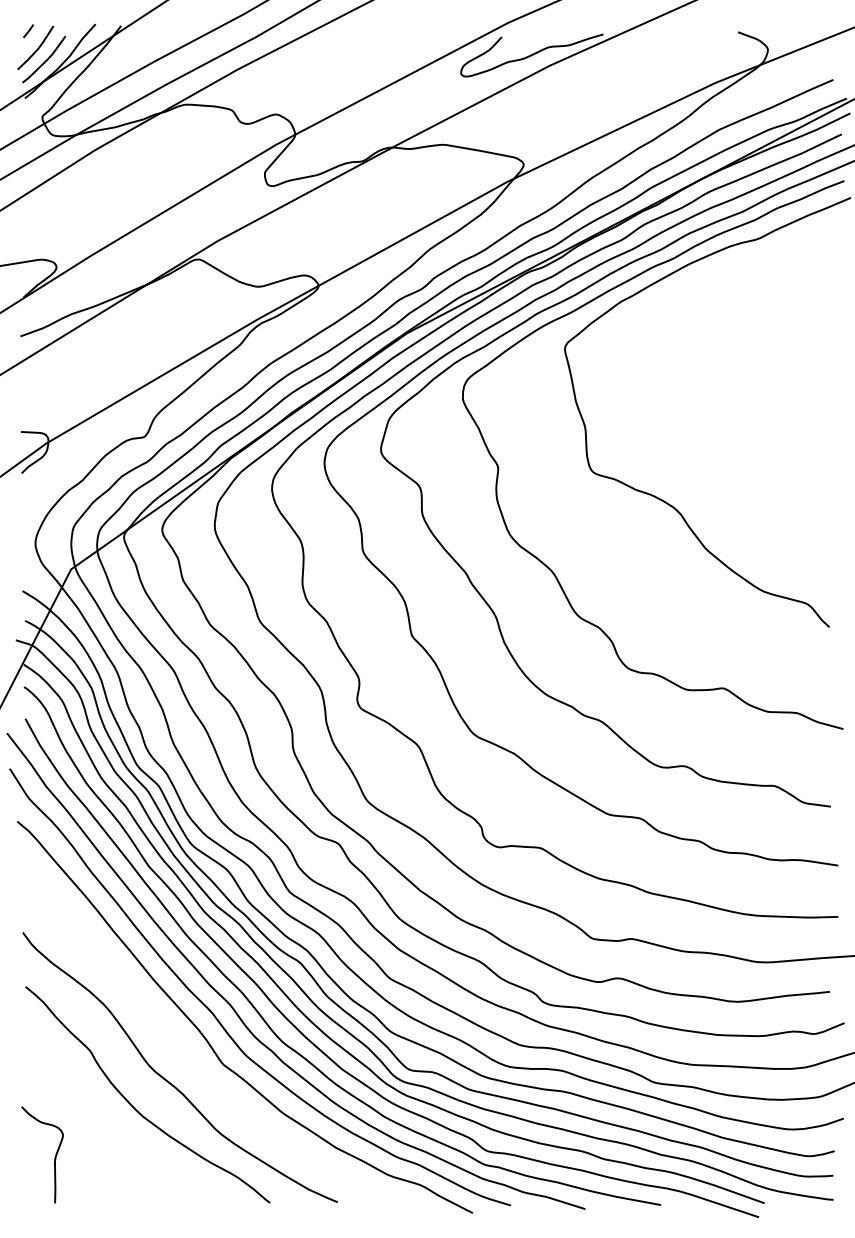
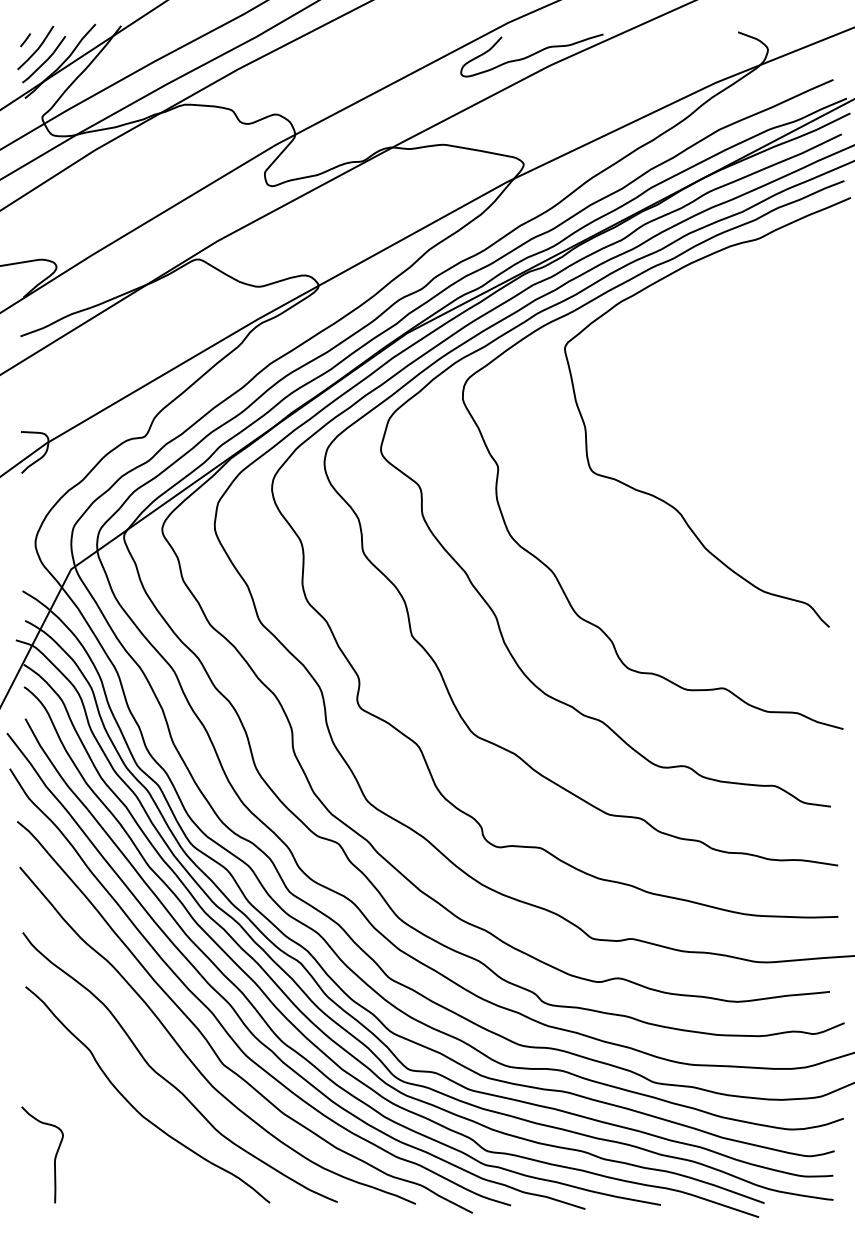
line at (28, 31) position: (28, 31) -> (25, 40)
curve at (190, 1058): none -> present
